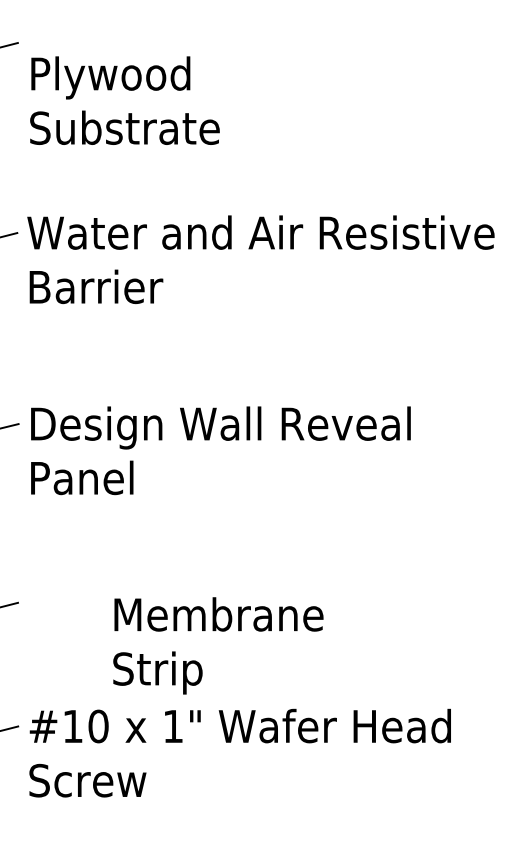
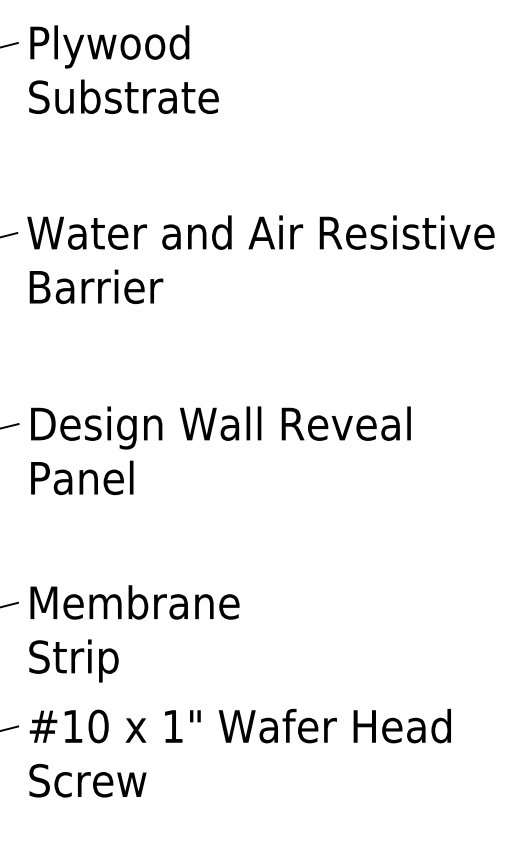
text at (124, 100) position: (124, 100) -> (123, 69)
text at (218, 645) position: (218, 645) -> (134, 633)
